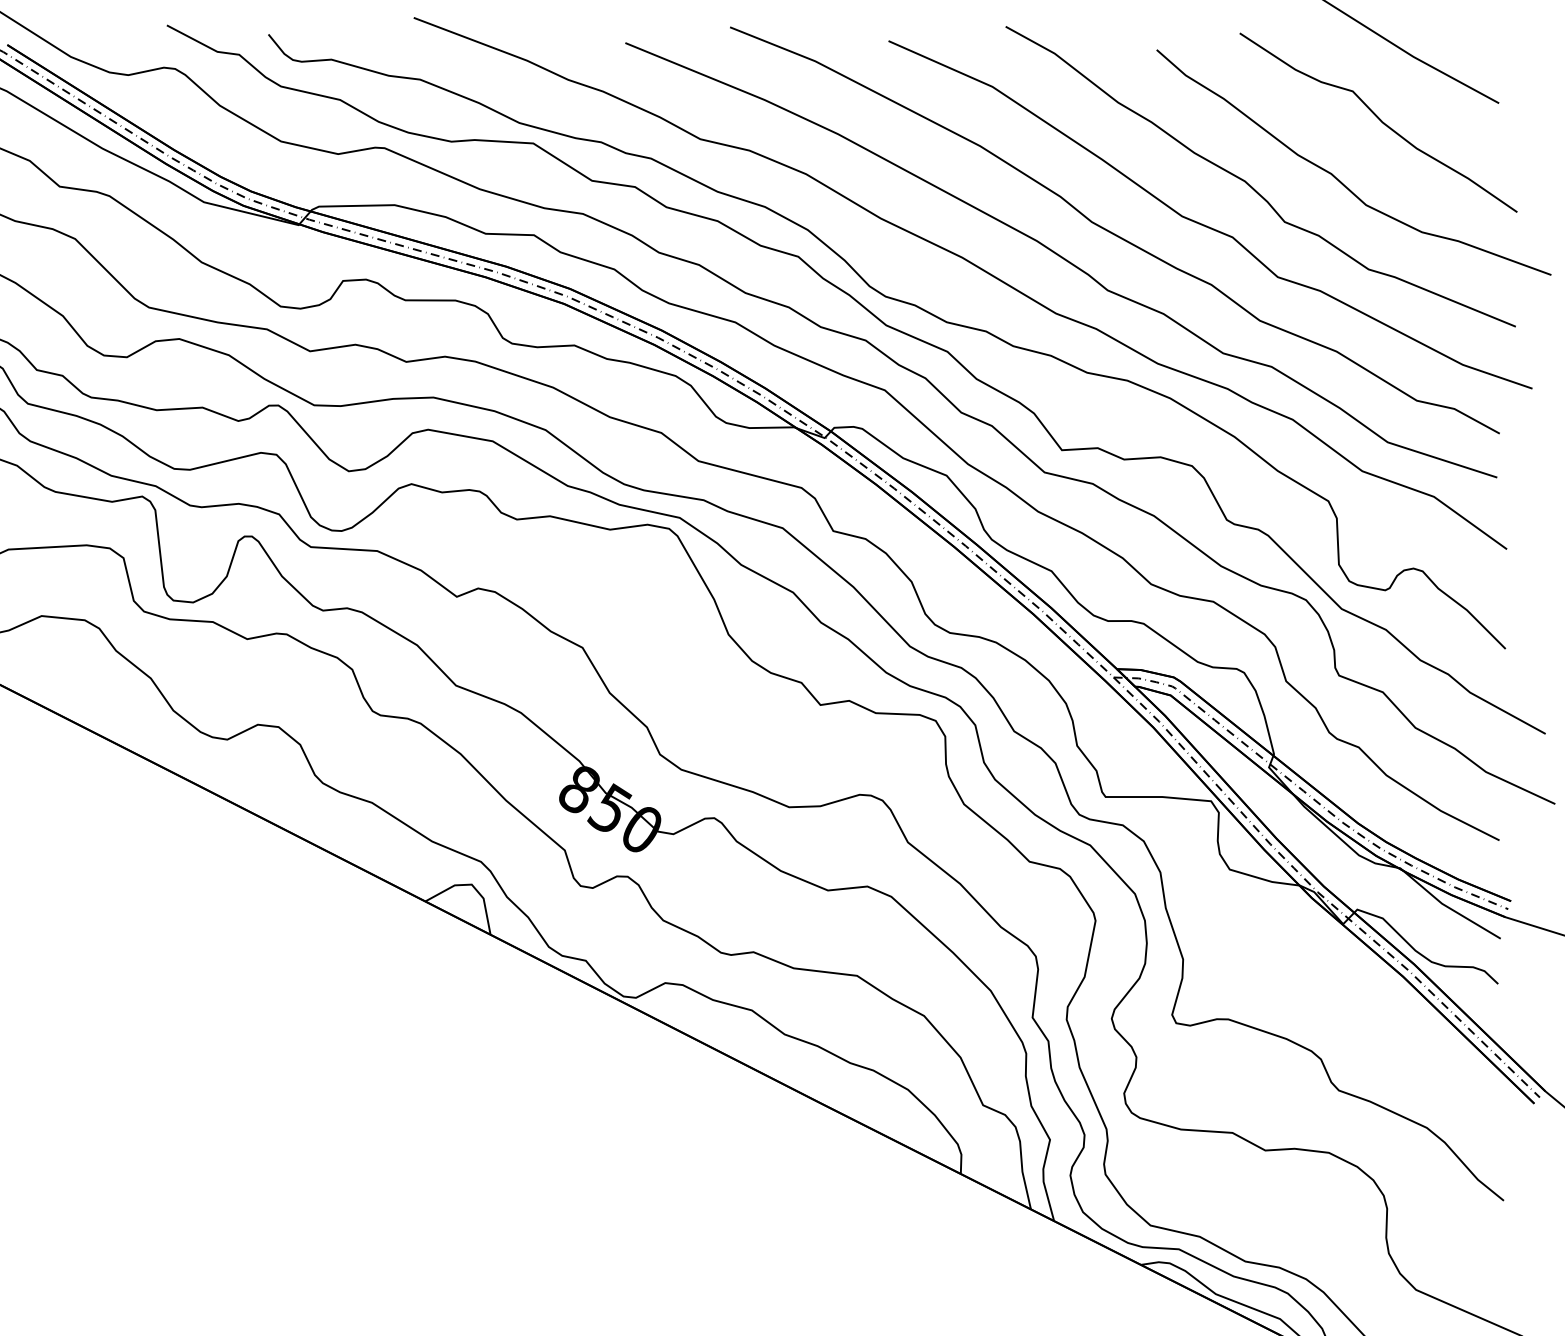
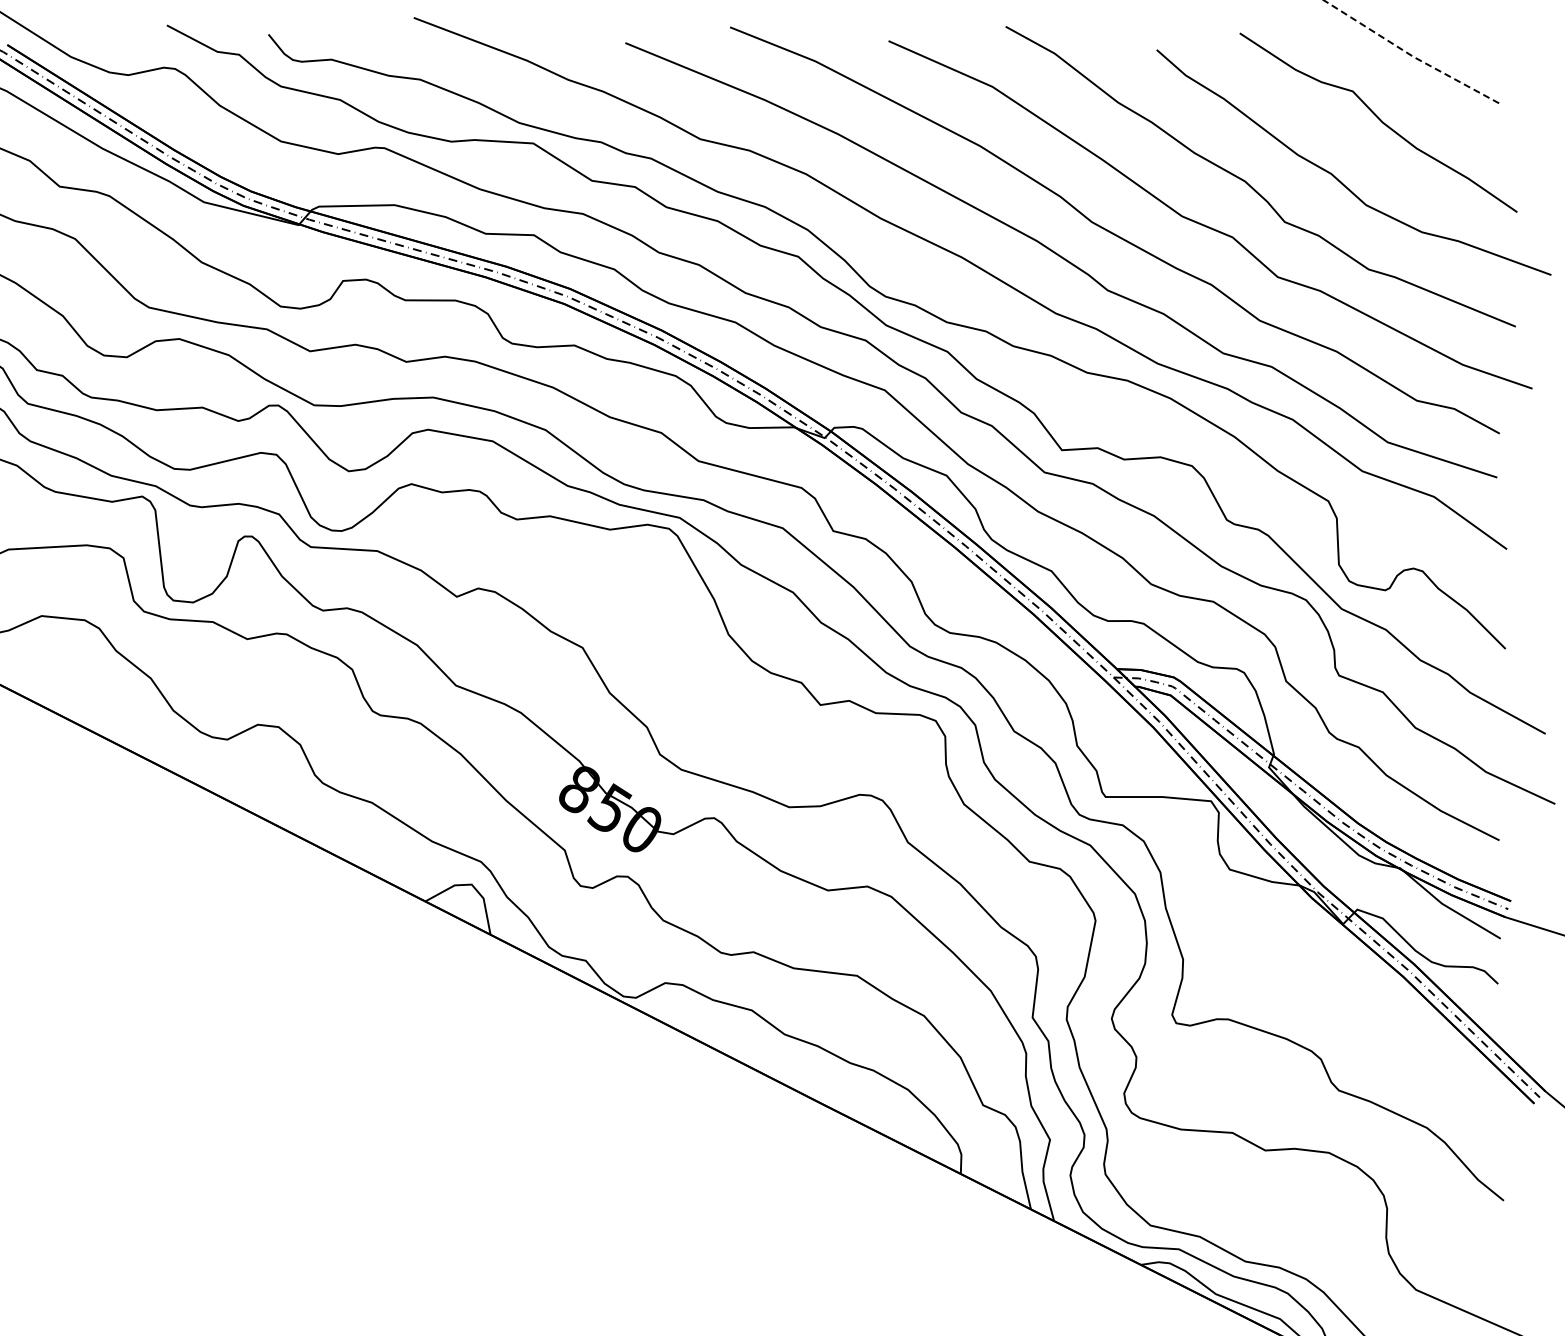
line at (1410, 54): solid -> dashed
